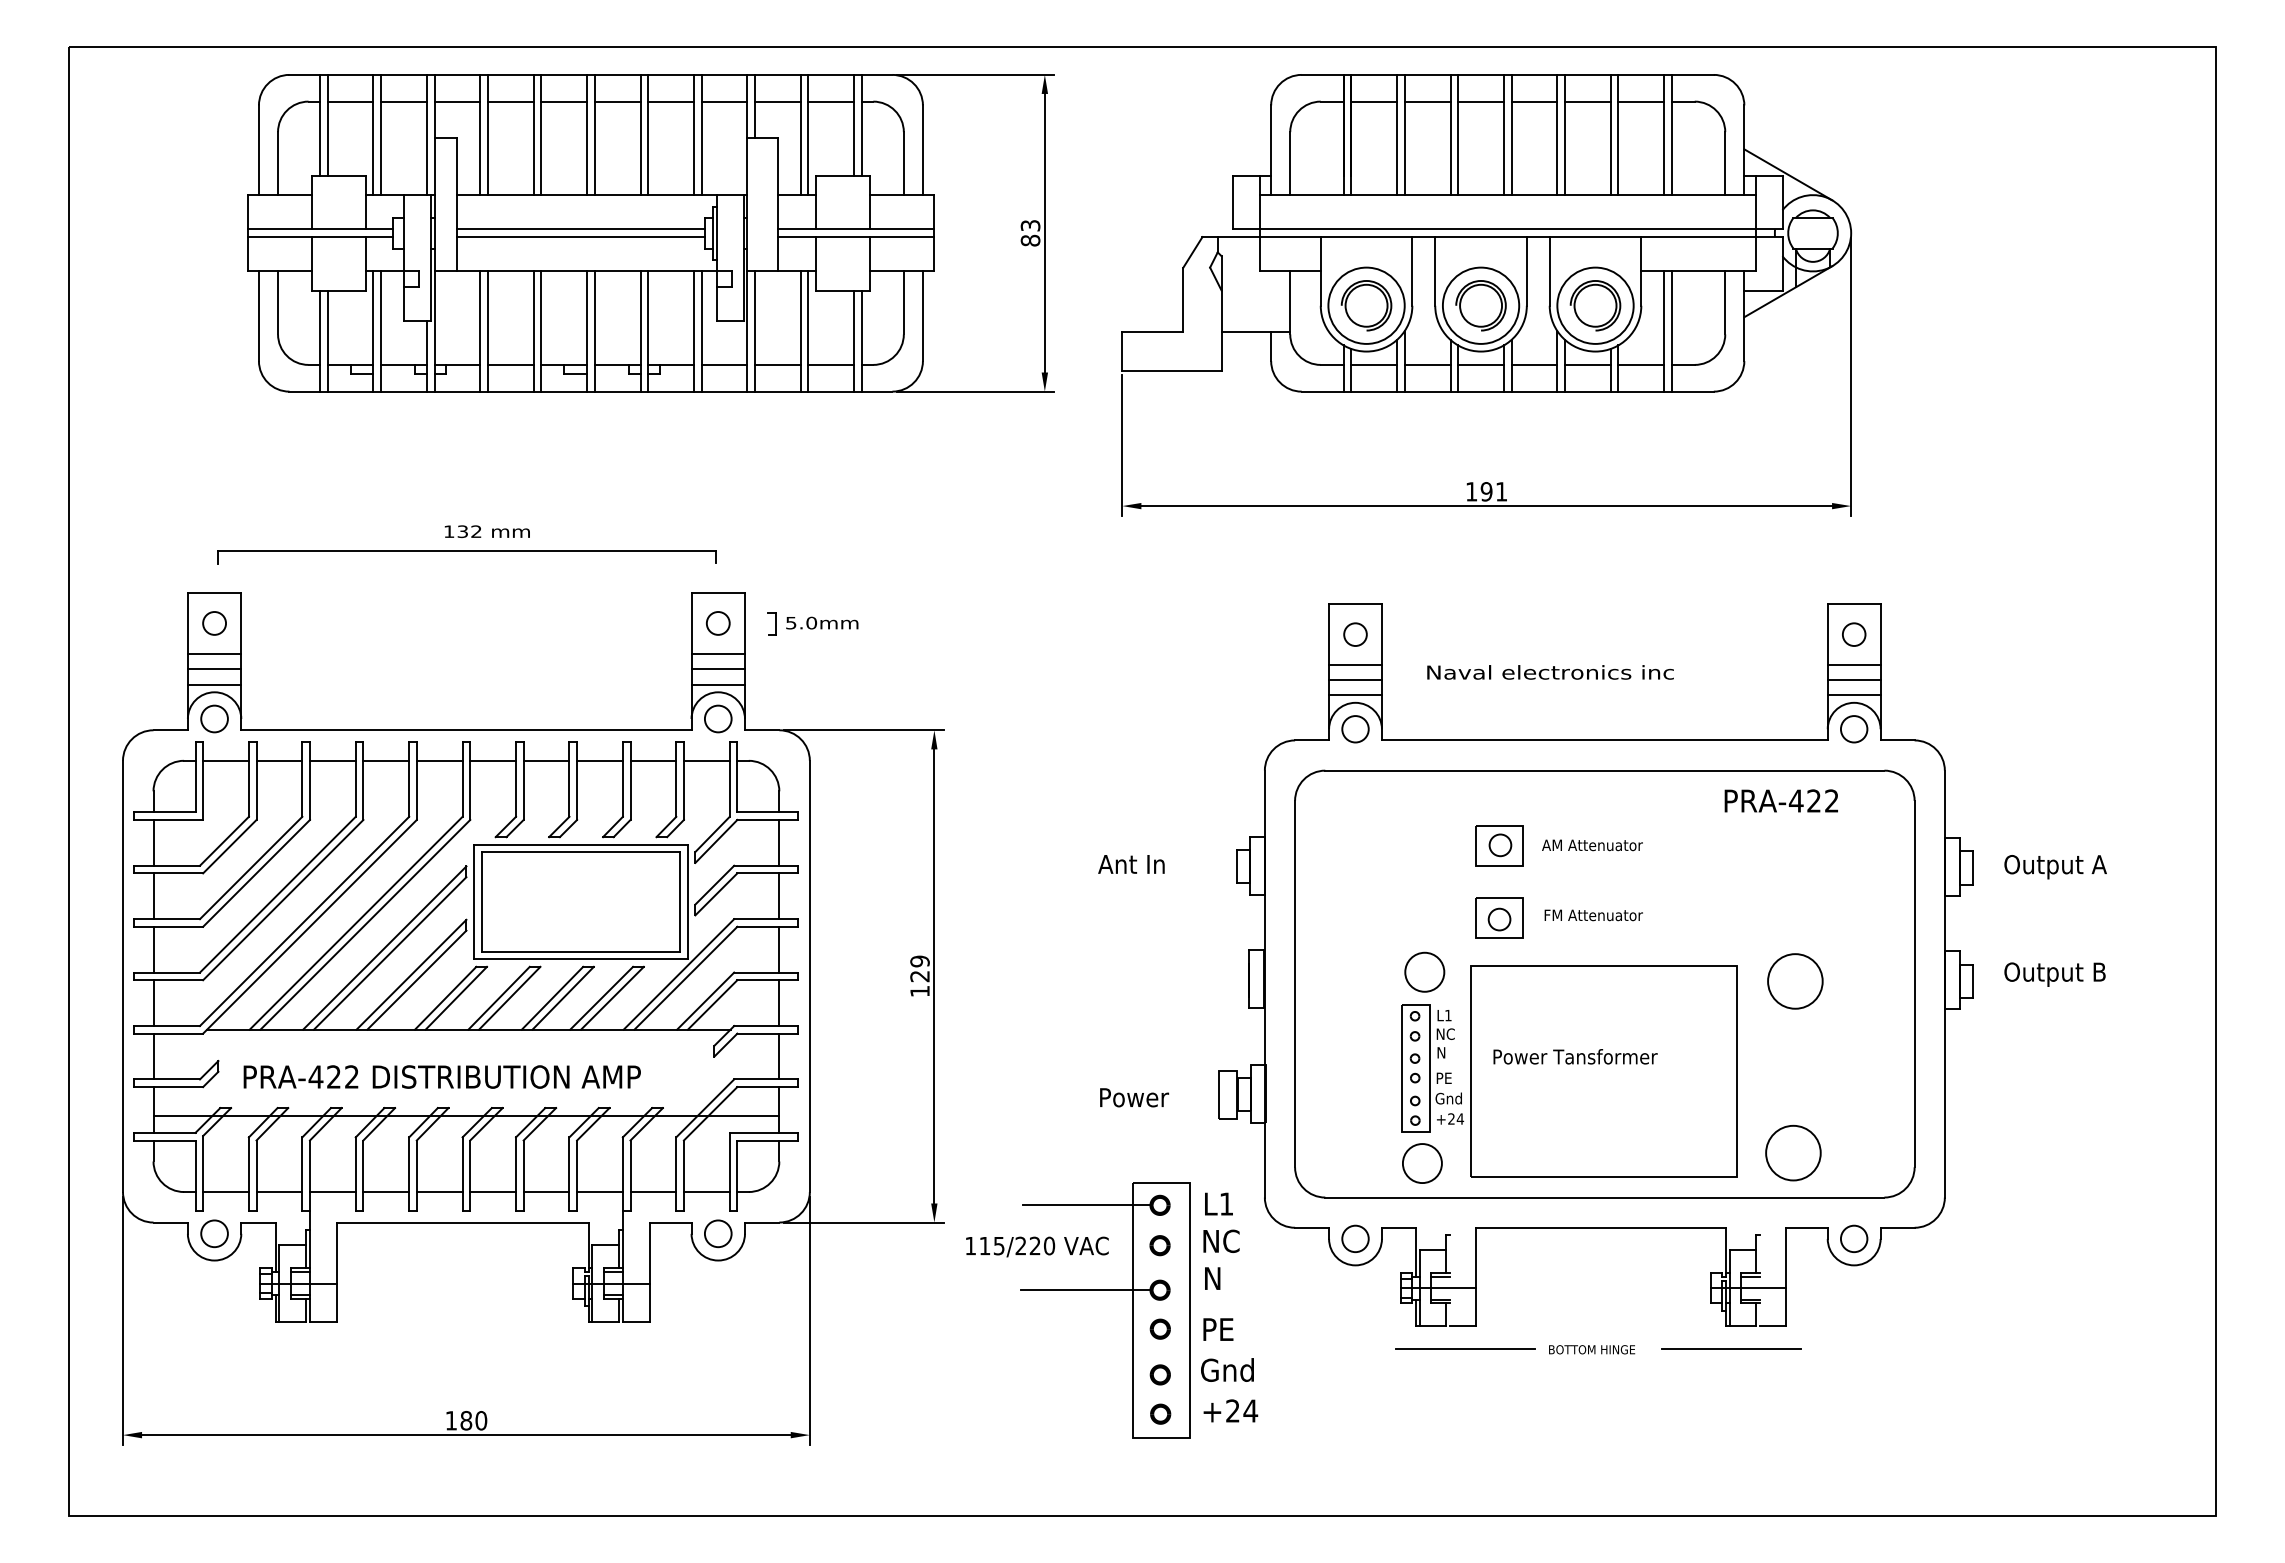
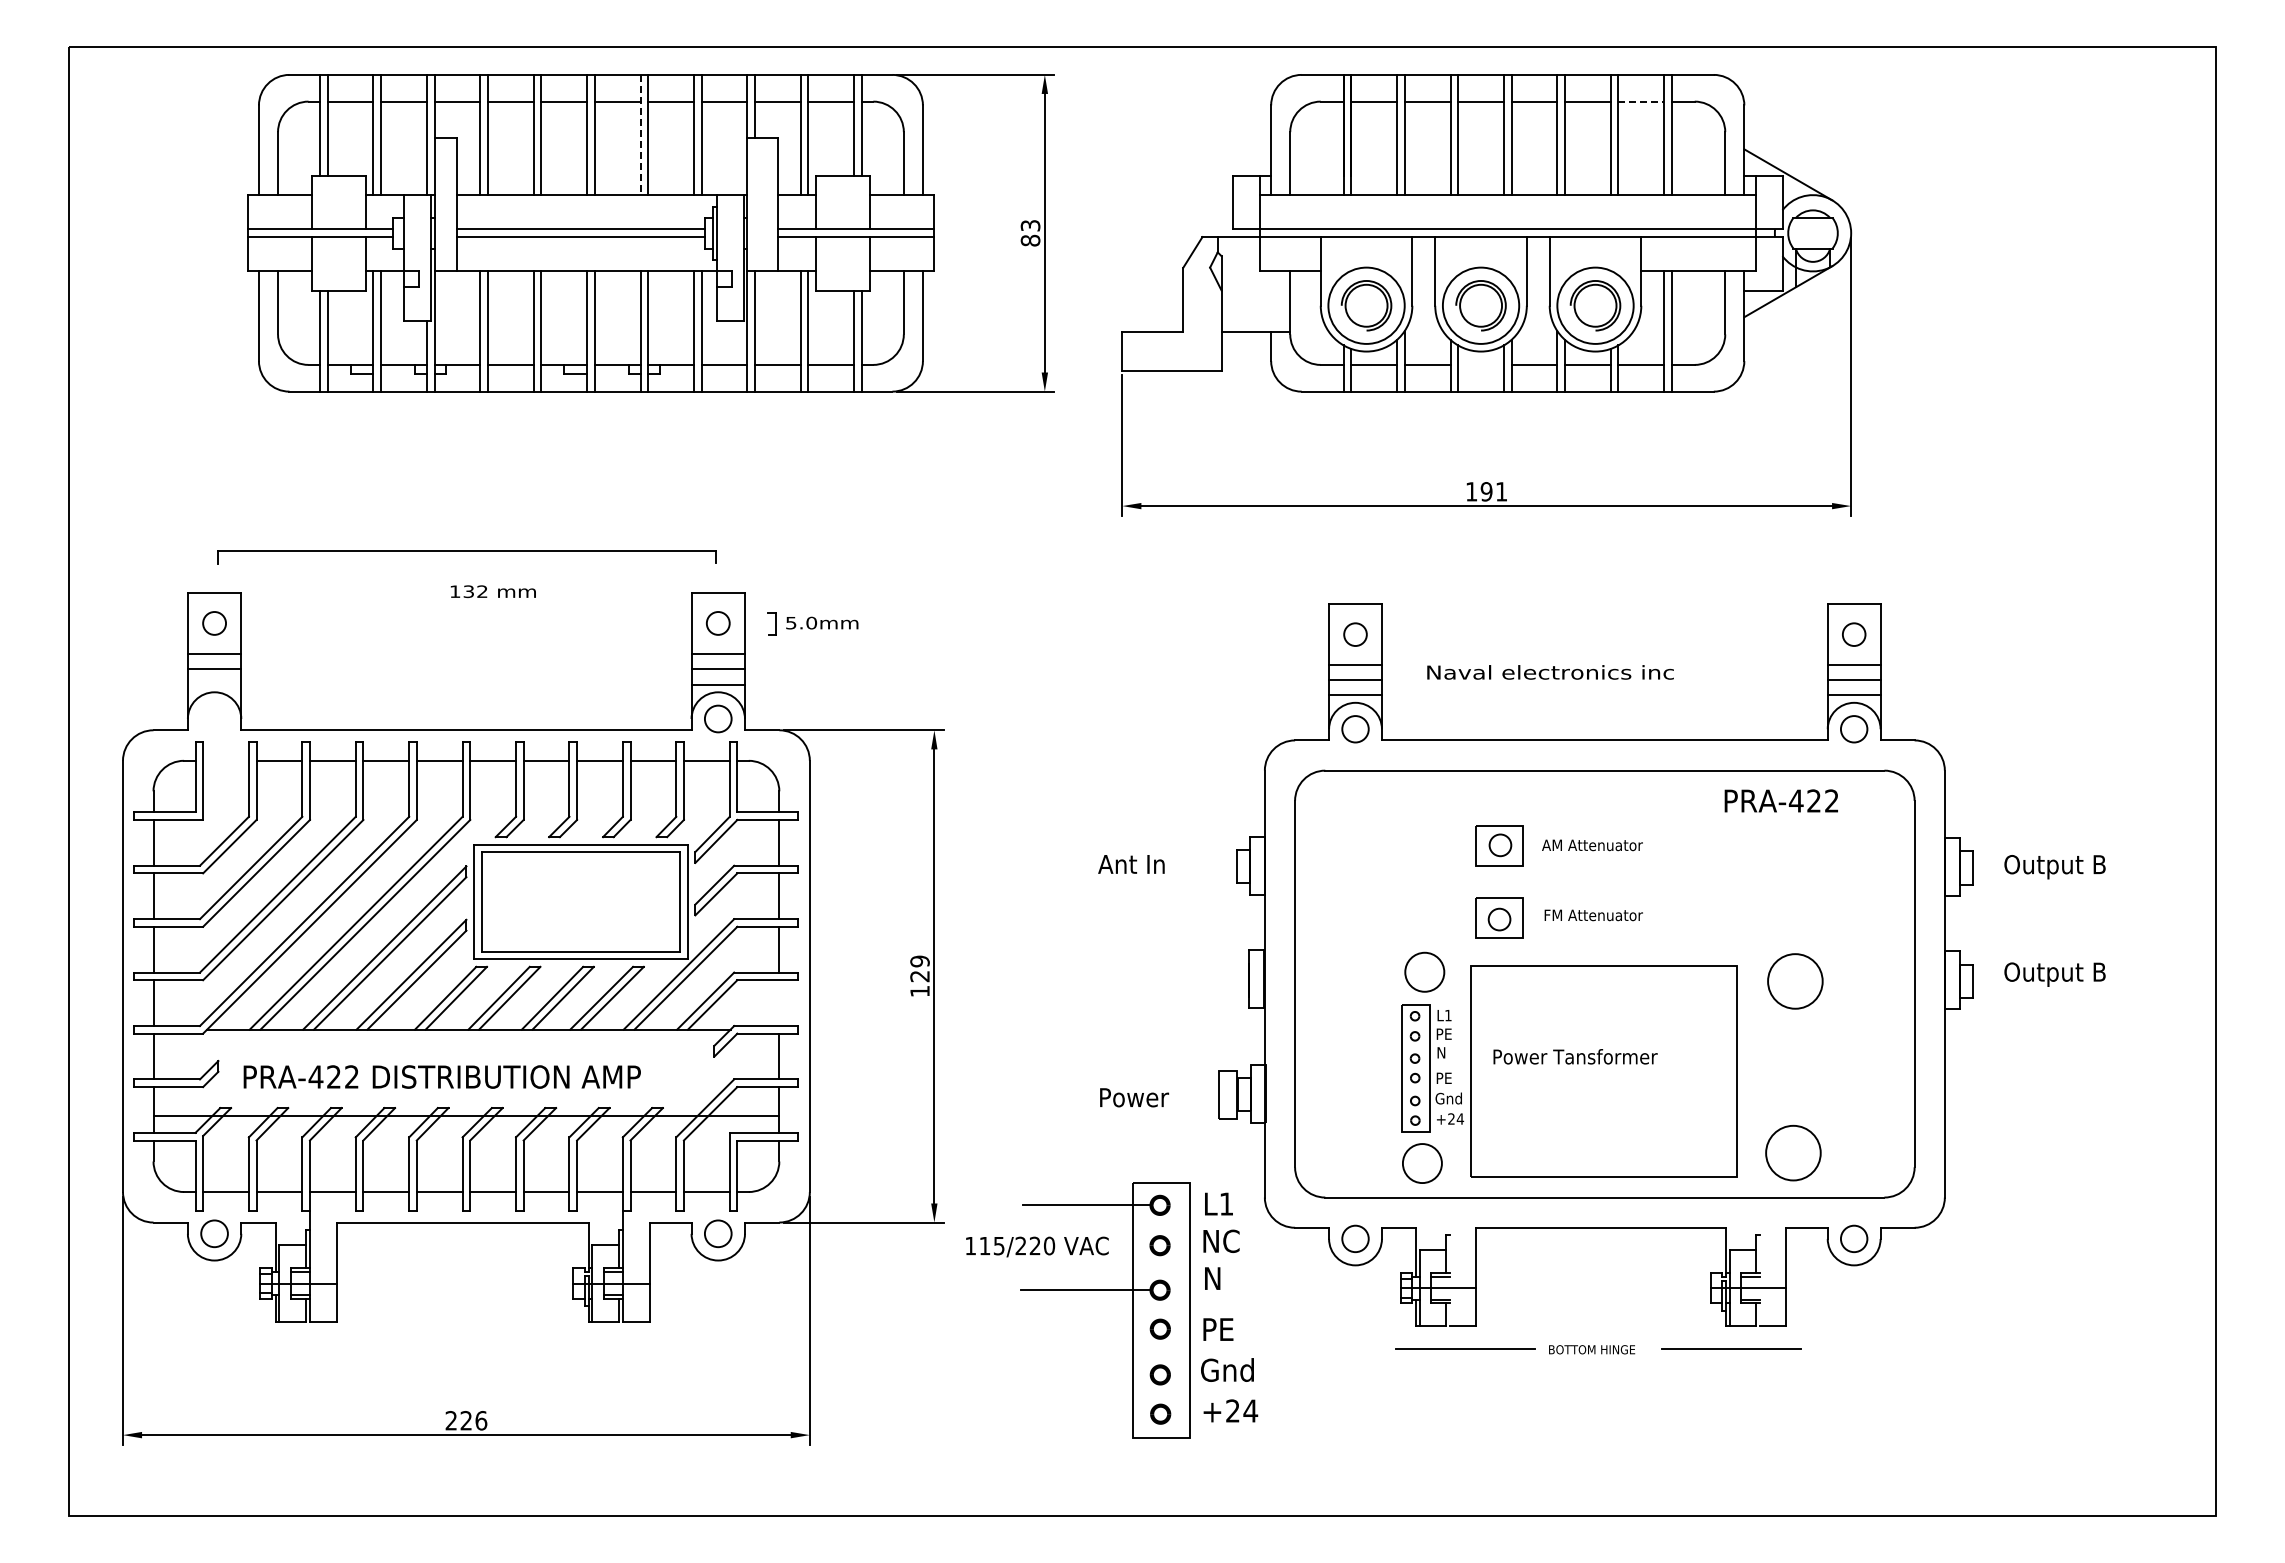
line at (1641, 101): solid -> dashed
line at (640, 135): solid -> dashed
line at (1480, 364): present -> none
text at (486, 531) position: (486, 531) -> (492, 591)
line at (214, 684): present -> none
circle at (214, 718): present -> none
line at (225, 760): present -> none
text at (2098, 864): Output A -> Output B
line at (779, 1003): present -> none
text at (1446, 1033): NC -> PE
text at (466, 1420): 180 -> 226
